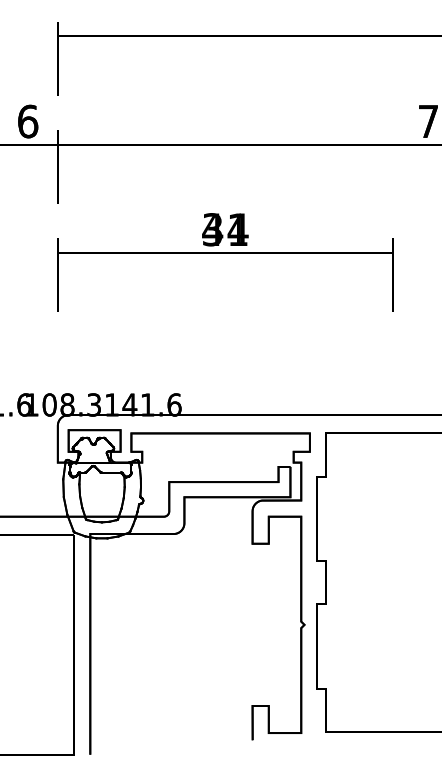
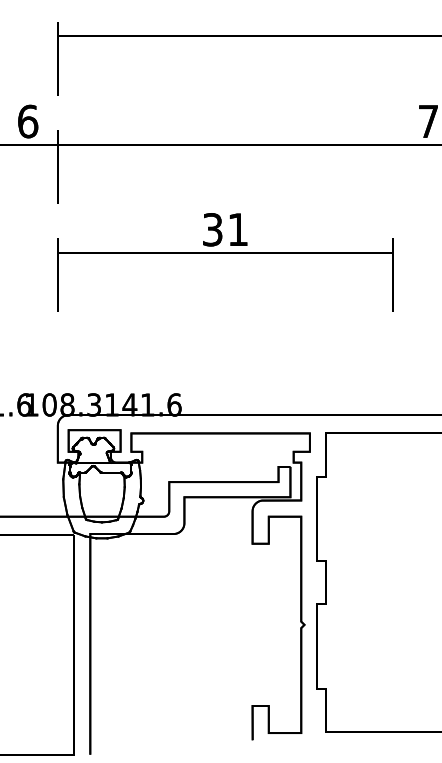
text at (225, 229): 44 -> 31
